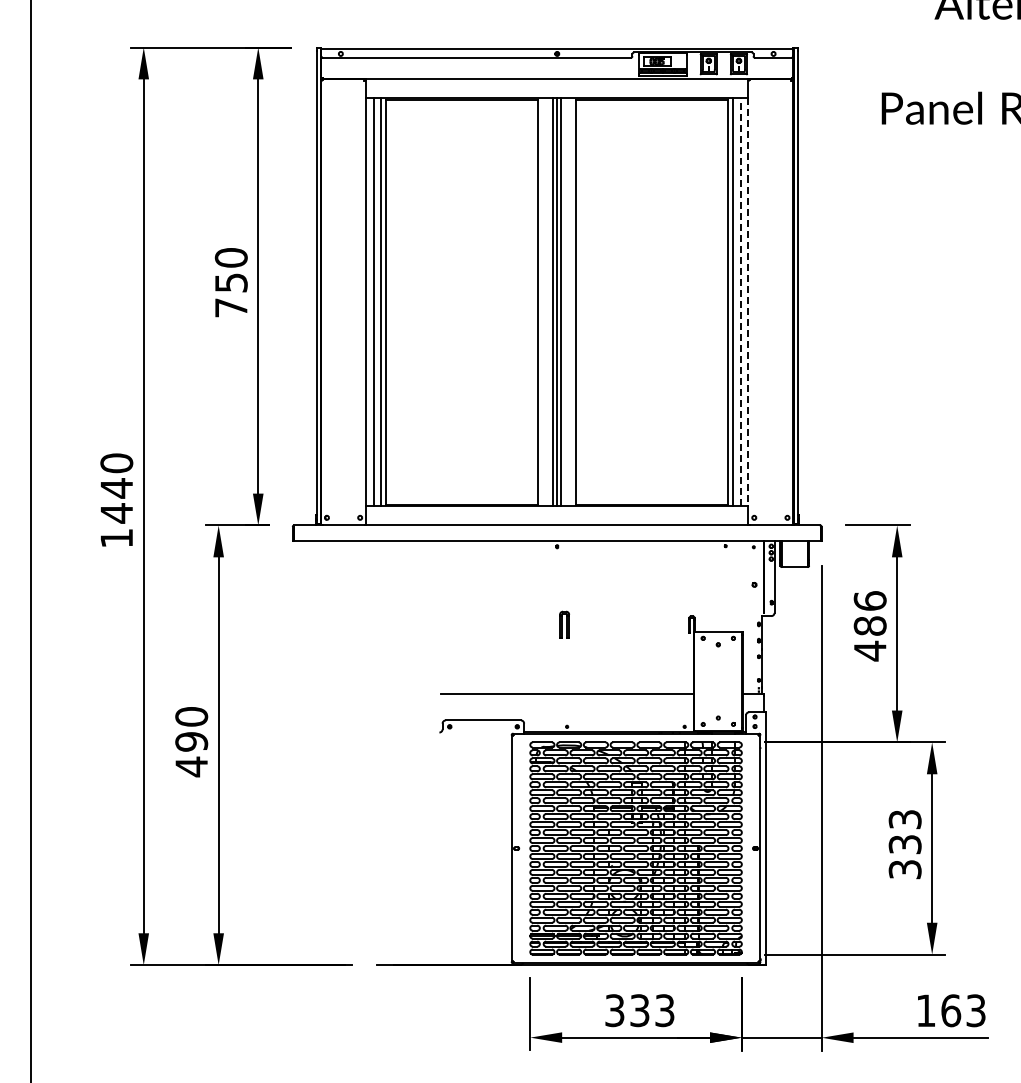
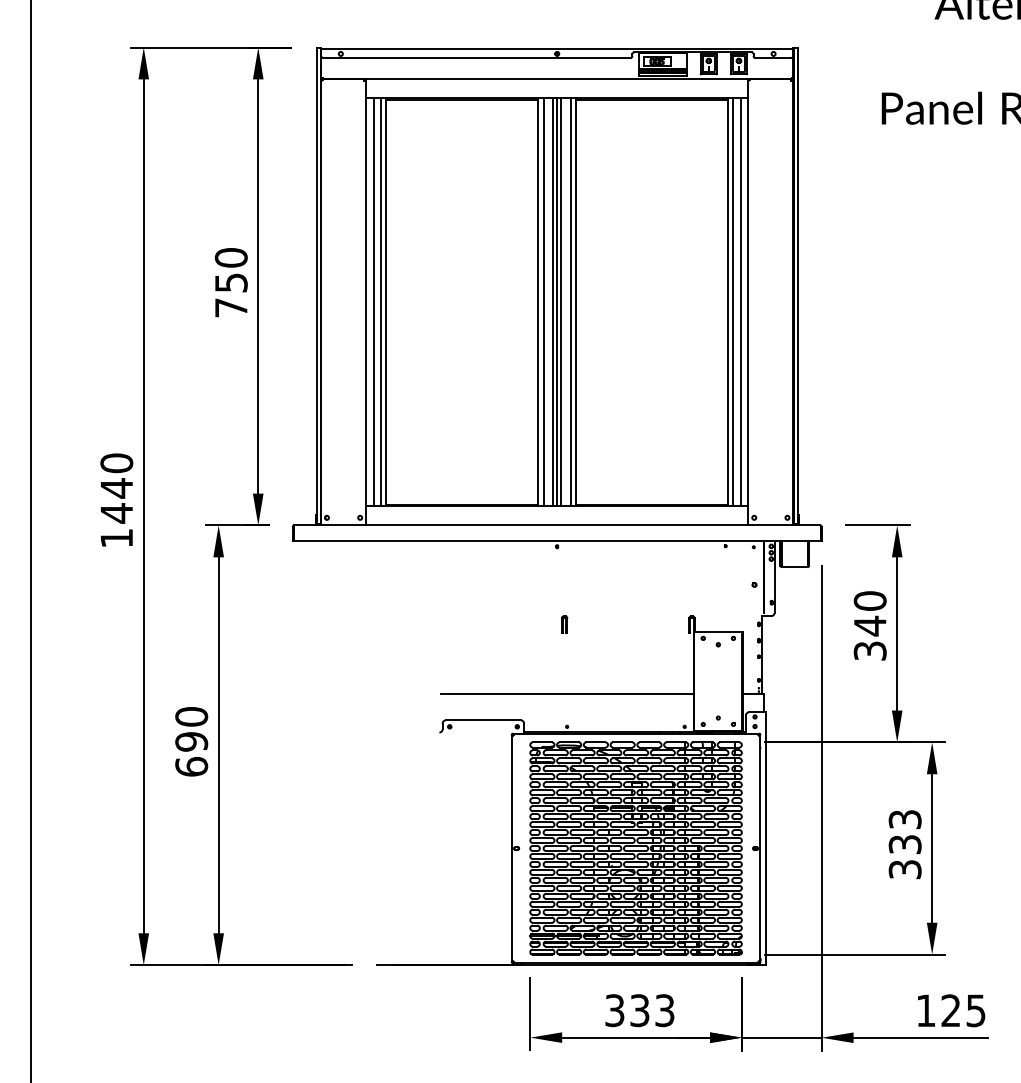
line at (543, 302): none -> present
line at (570, 302): none -> present
line at (740, 302): dashed -> solid
line at (748, 302): dashed -> solid
part at (564, 624) size: 11x29 px -> 9x19 px
text at (869, 626): 486 -> 340
text at (191, 766): 490 -> 690
text at (963, 1010): 163 -> 125
